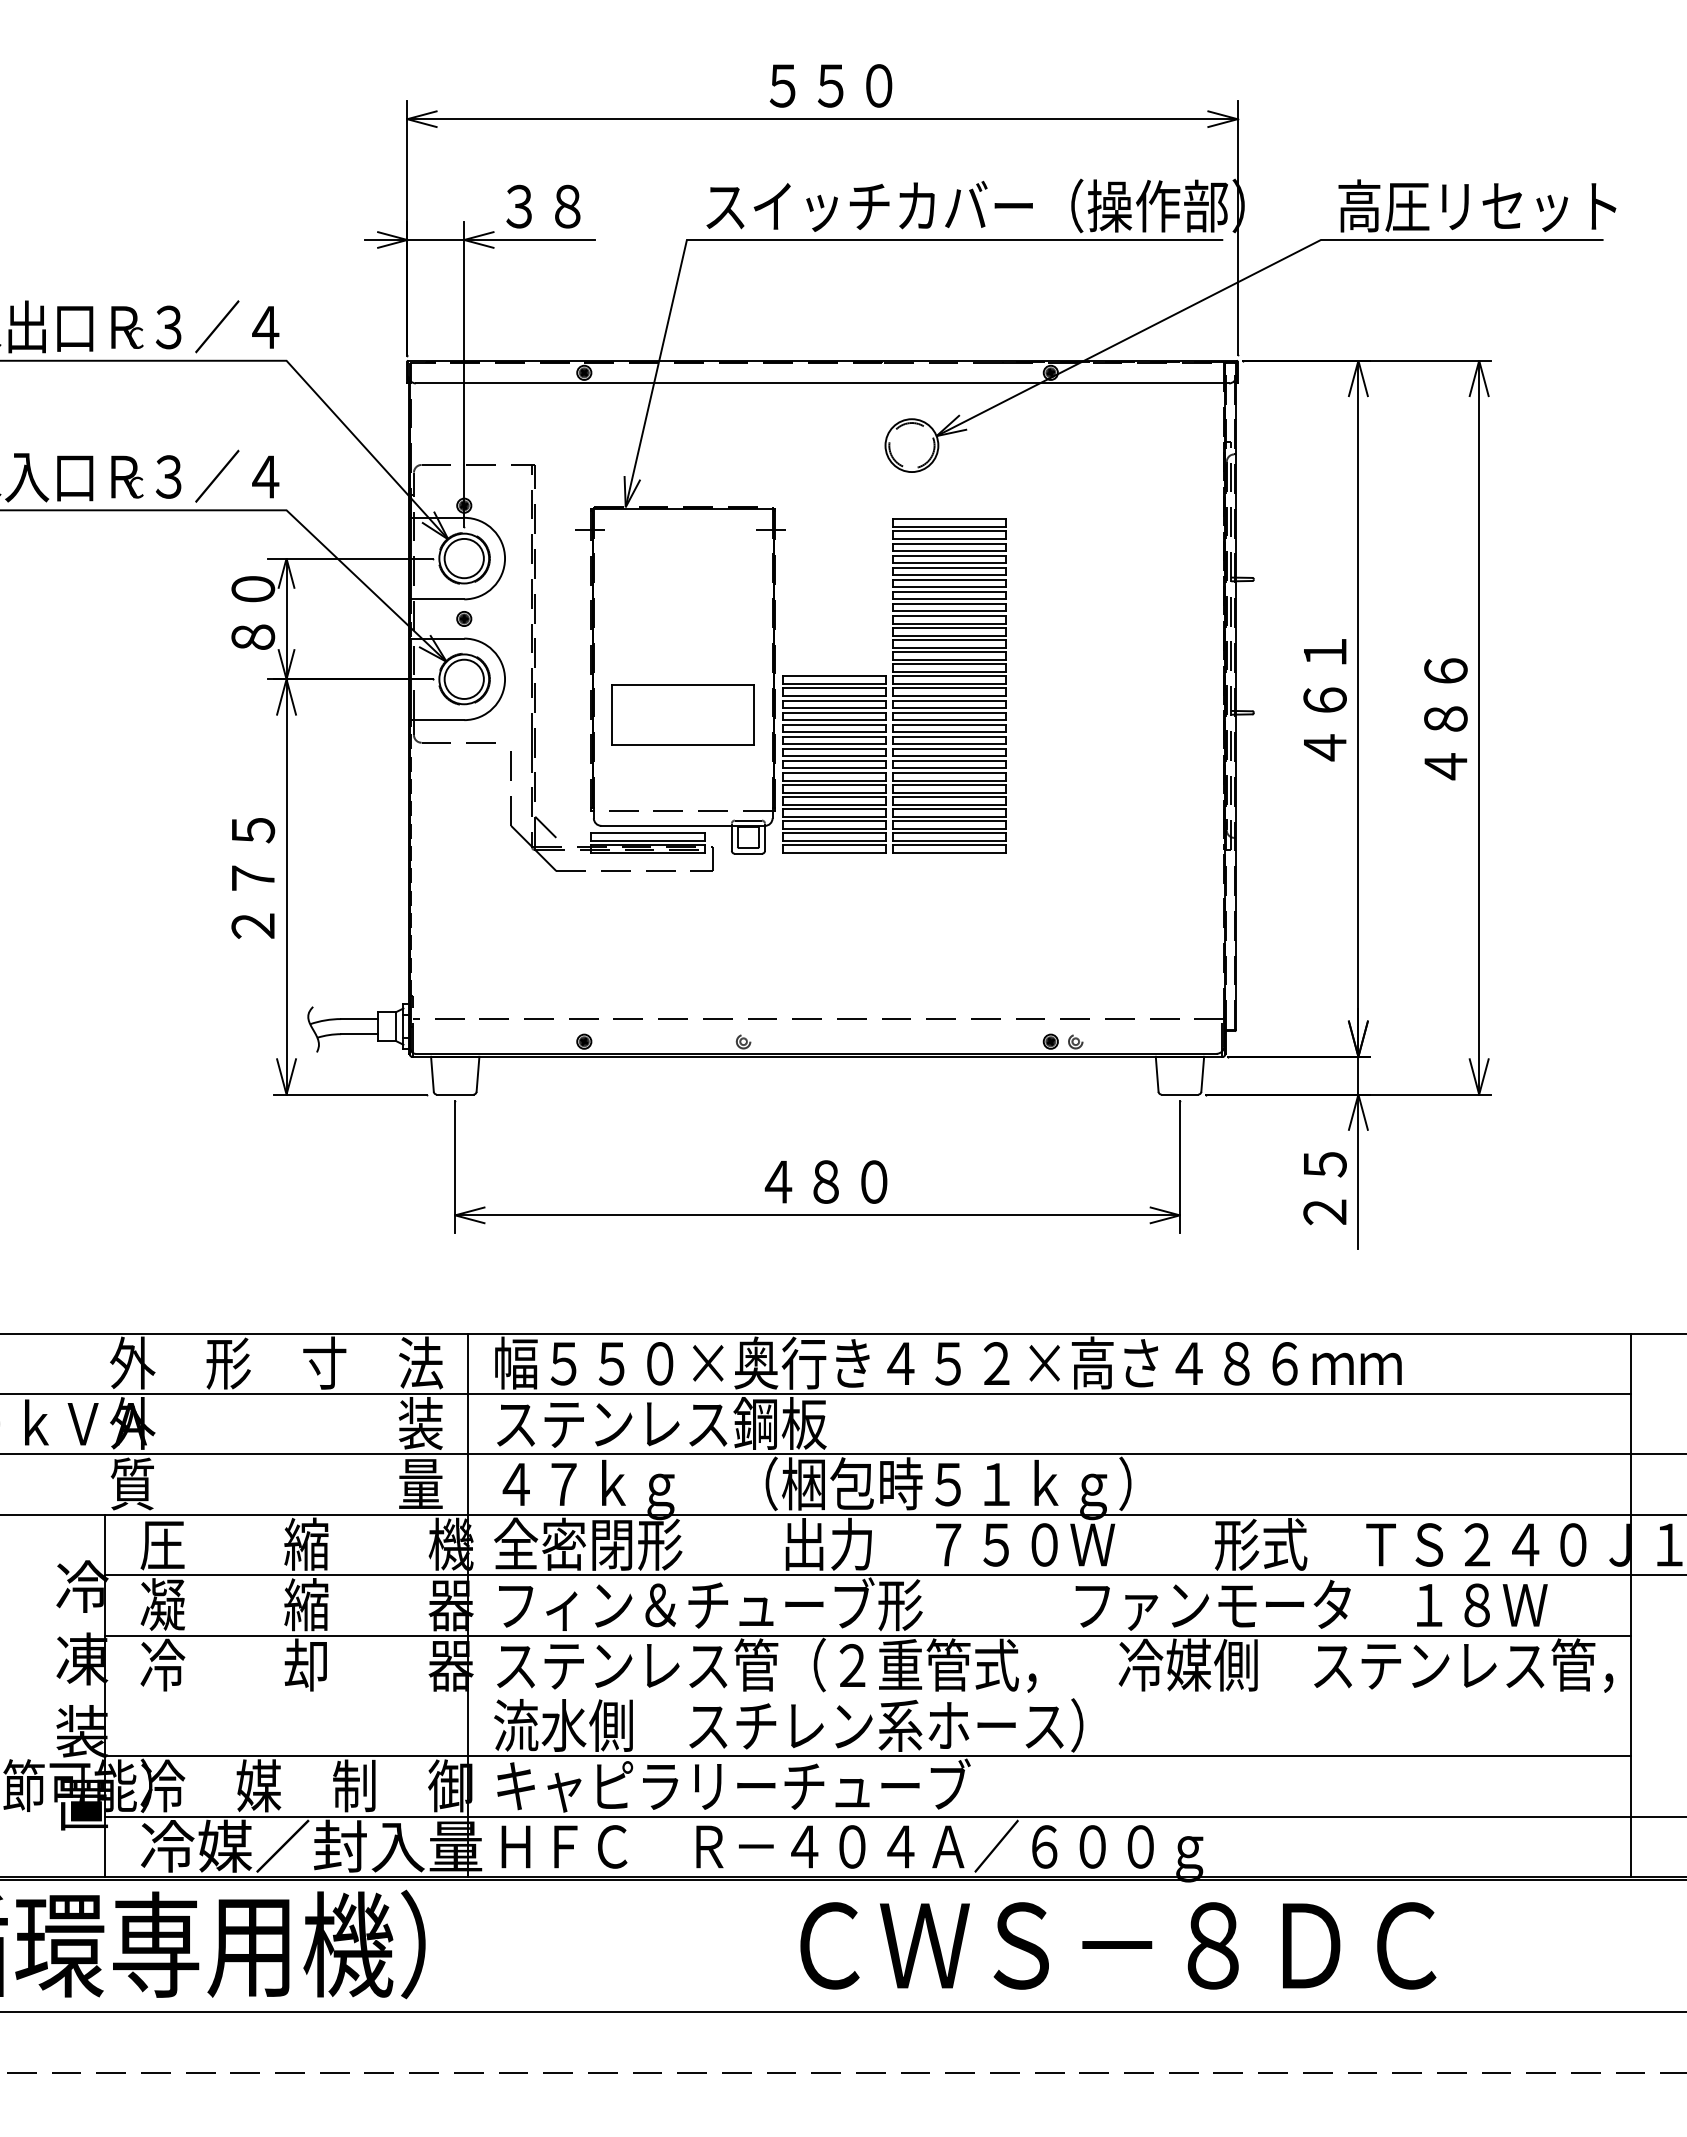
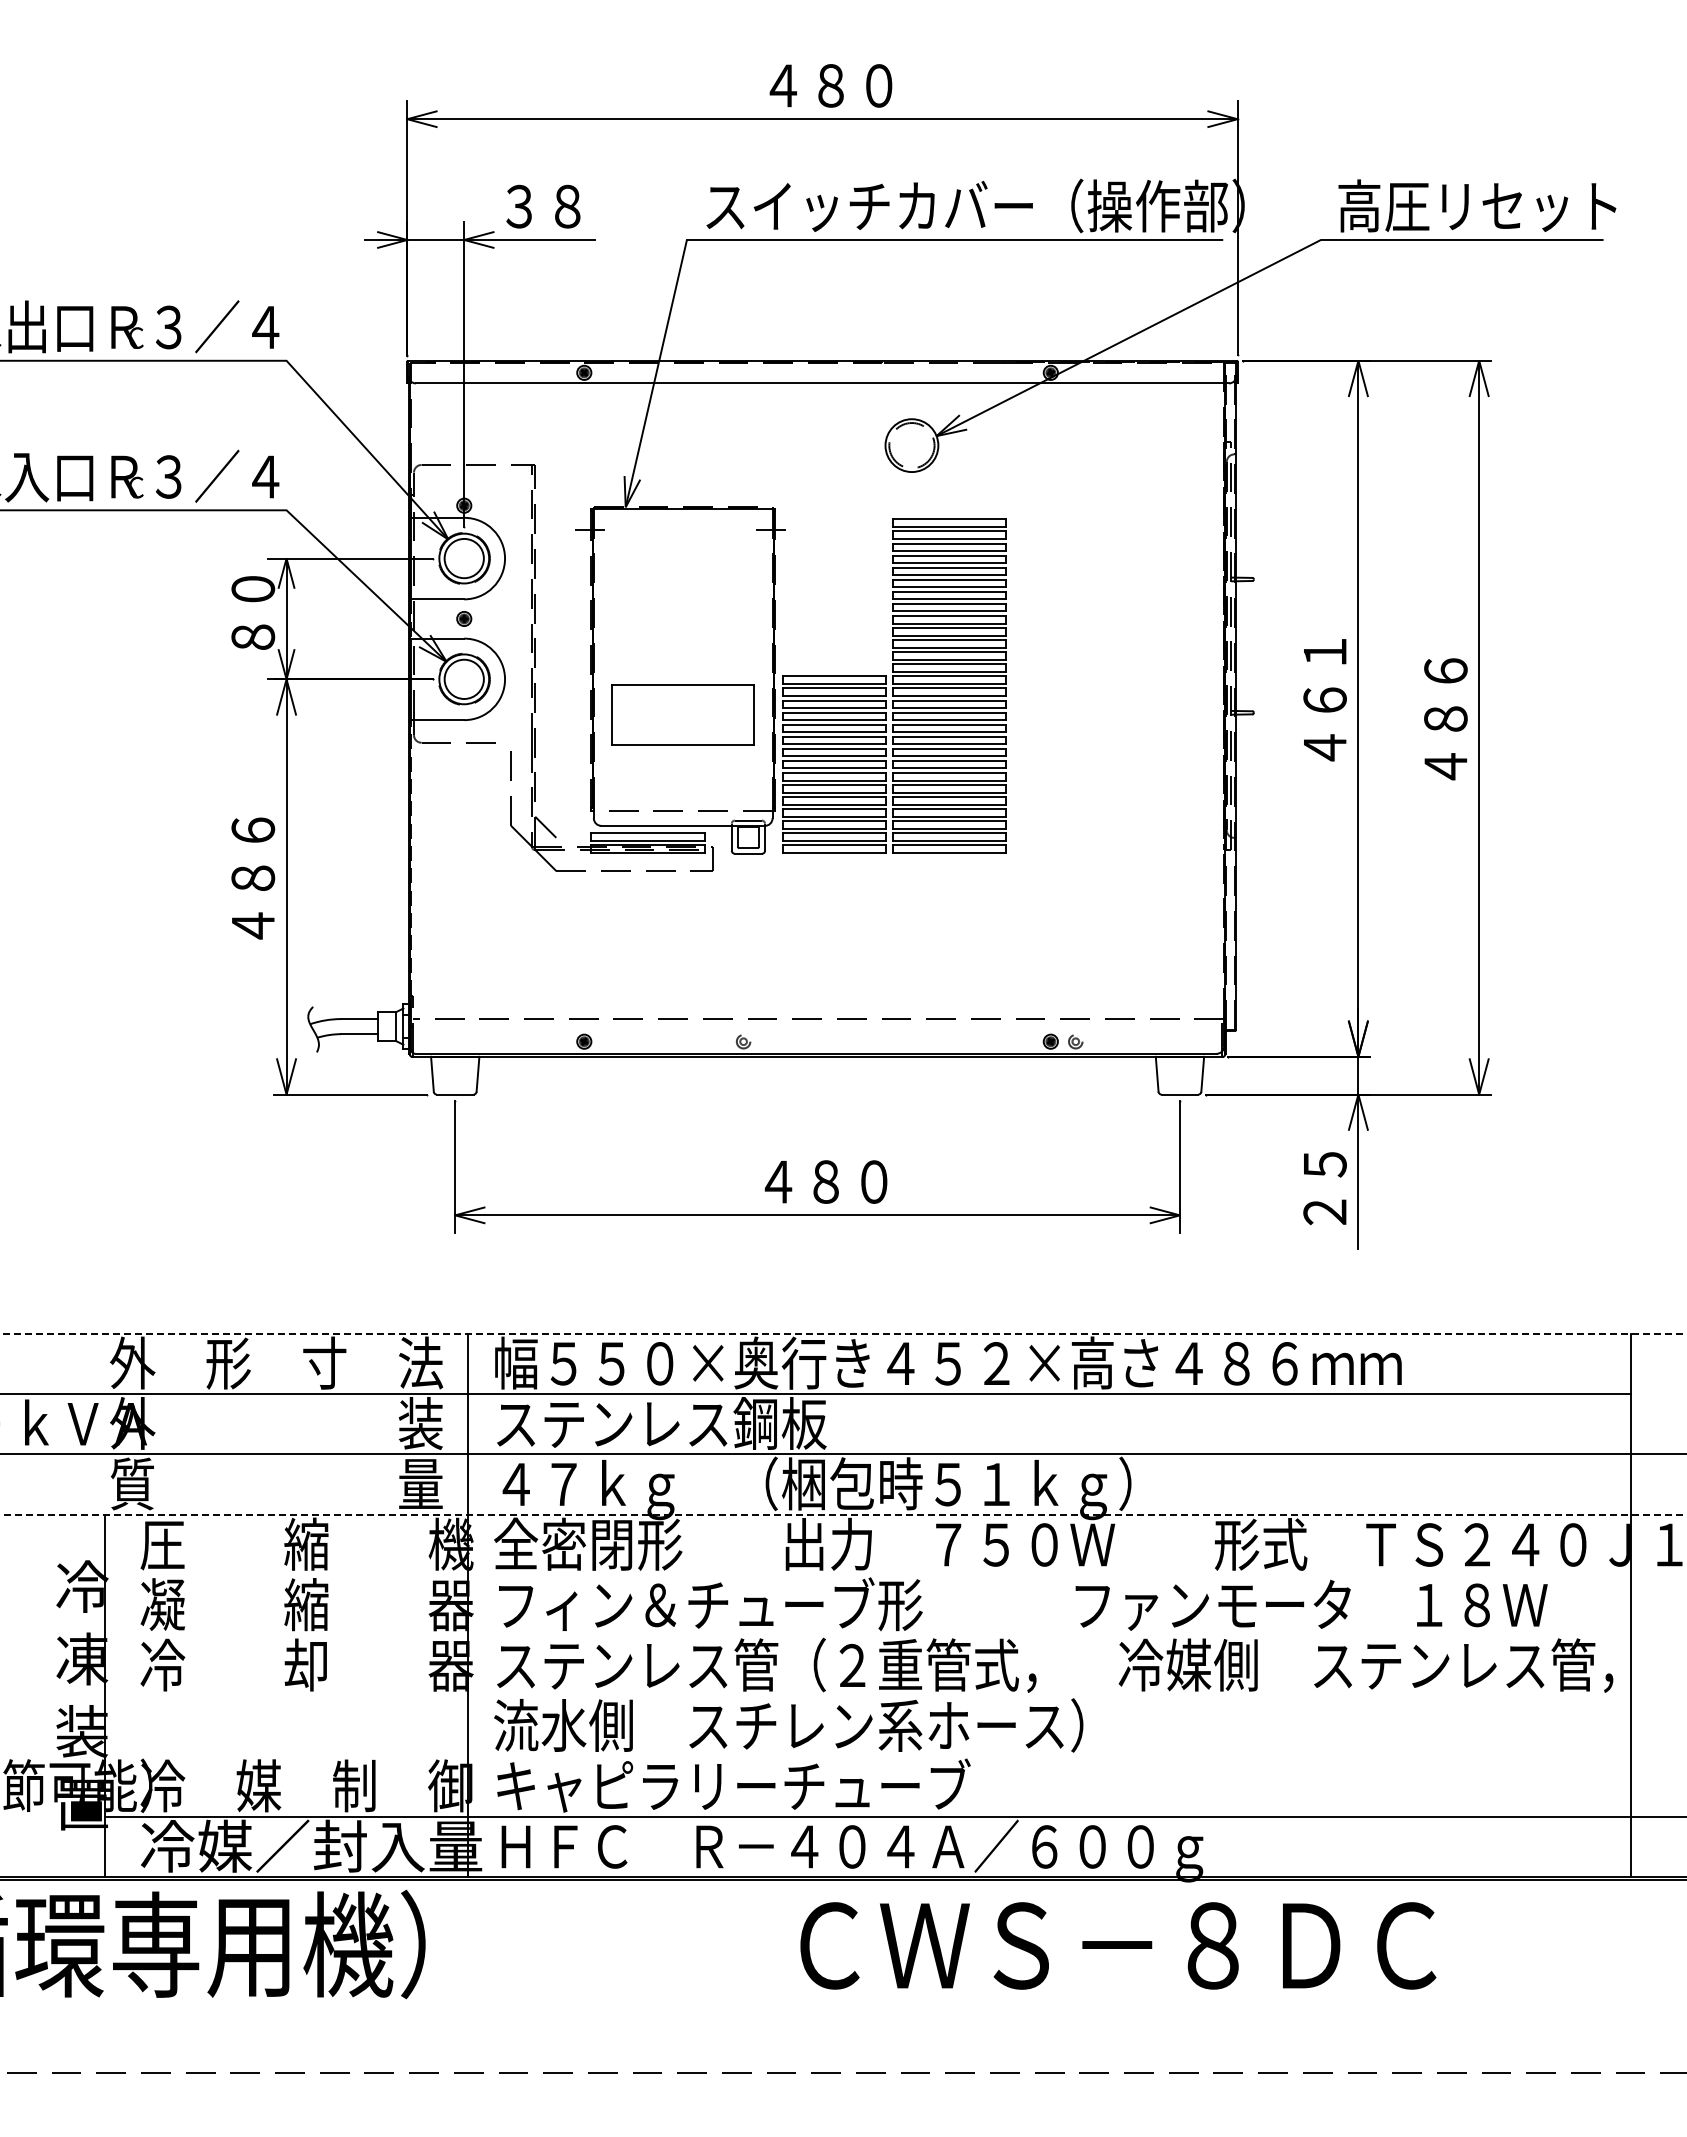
text at (806, 85): ５５０ -> ４８０
text at (253, 878): ２７５ -> ４８６
line at (843, 1333): solid -> dashed
line at (843, 1514): solid -> dashed
line at (894, 1575): present -> none
line at (868, 1635): present -> none
line at (868, 1756): present -> none
line at (842, 2012): present -> none
